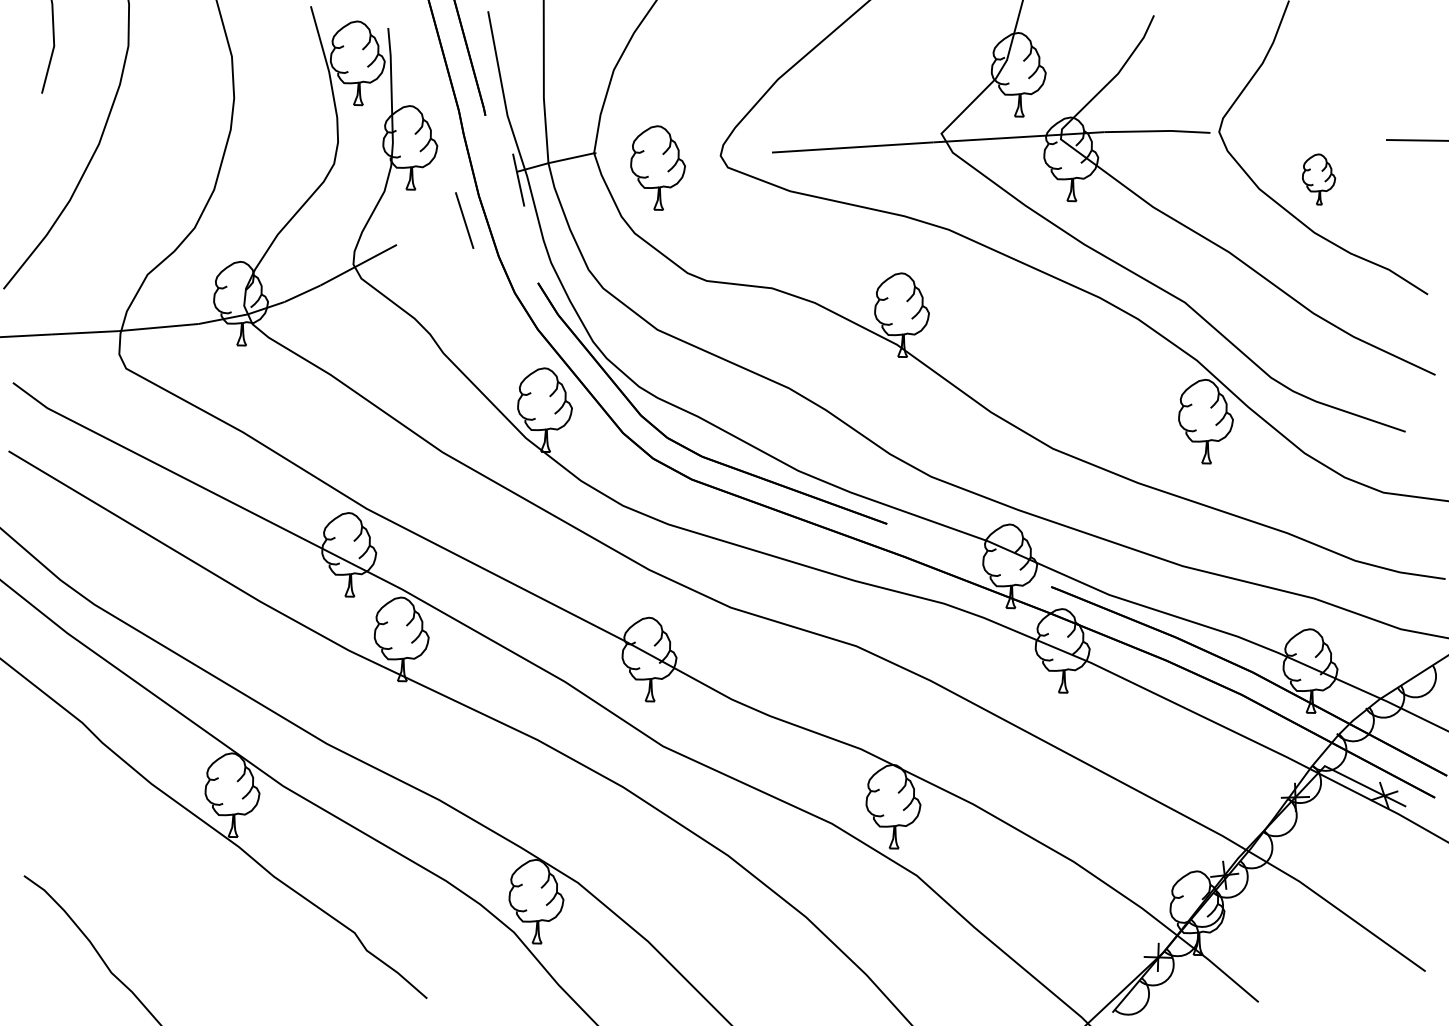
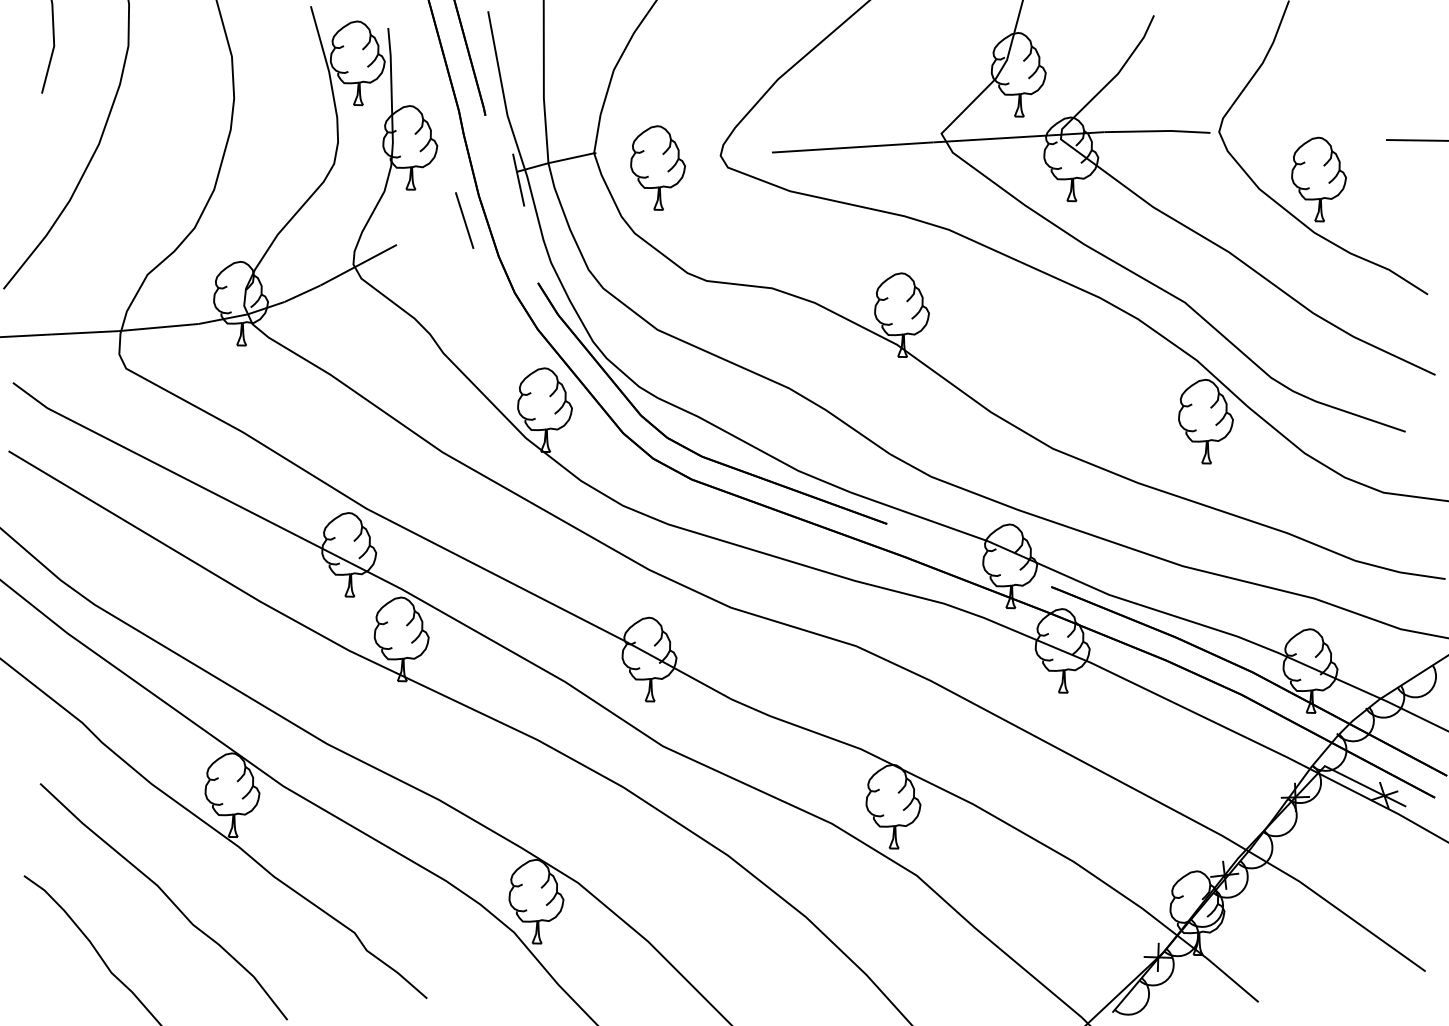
part at (1319, 179) size: 35x53 px -> 56x87 px
curve at (166, 897): none -> present
